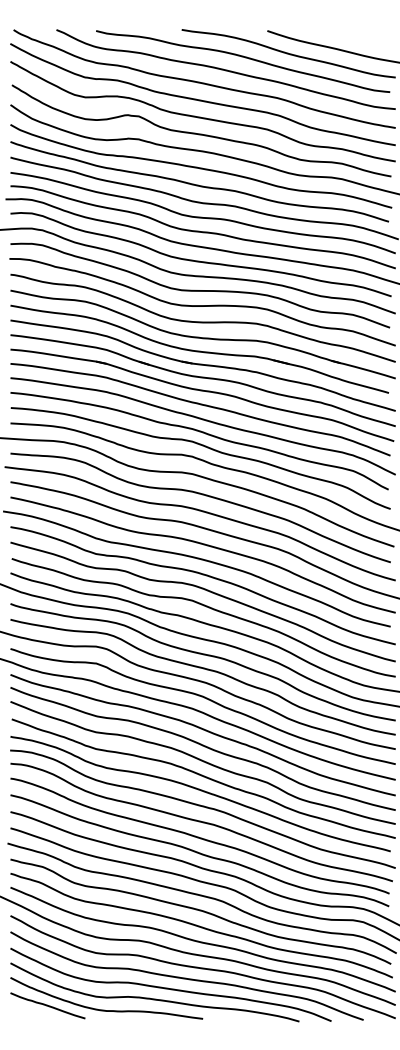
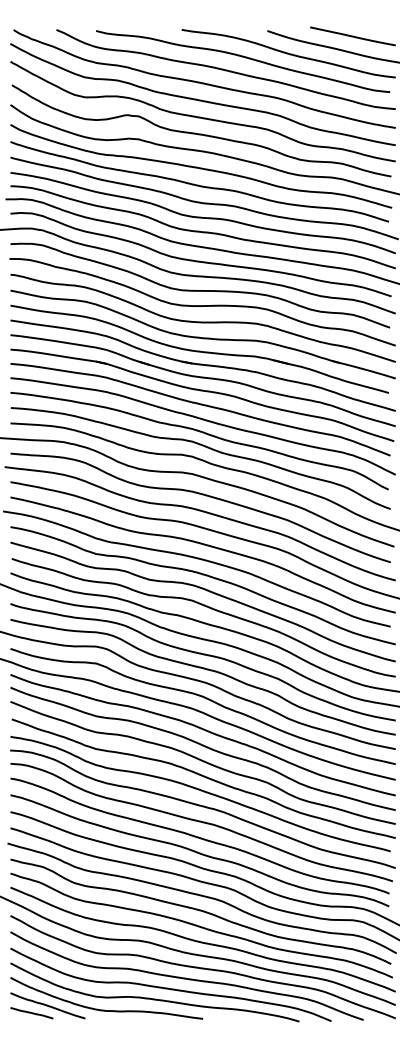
line at (352, 36): none -> present
line at (31, 1013): none -> present
